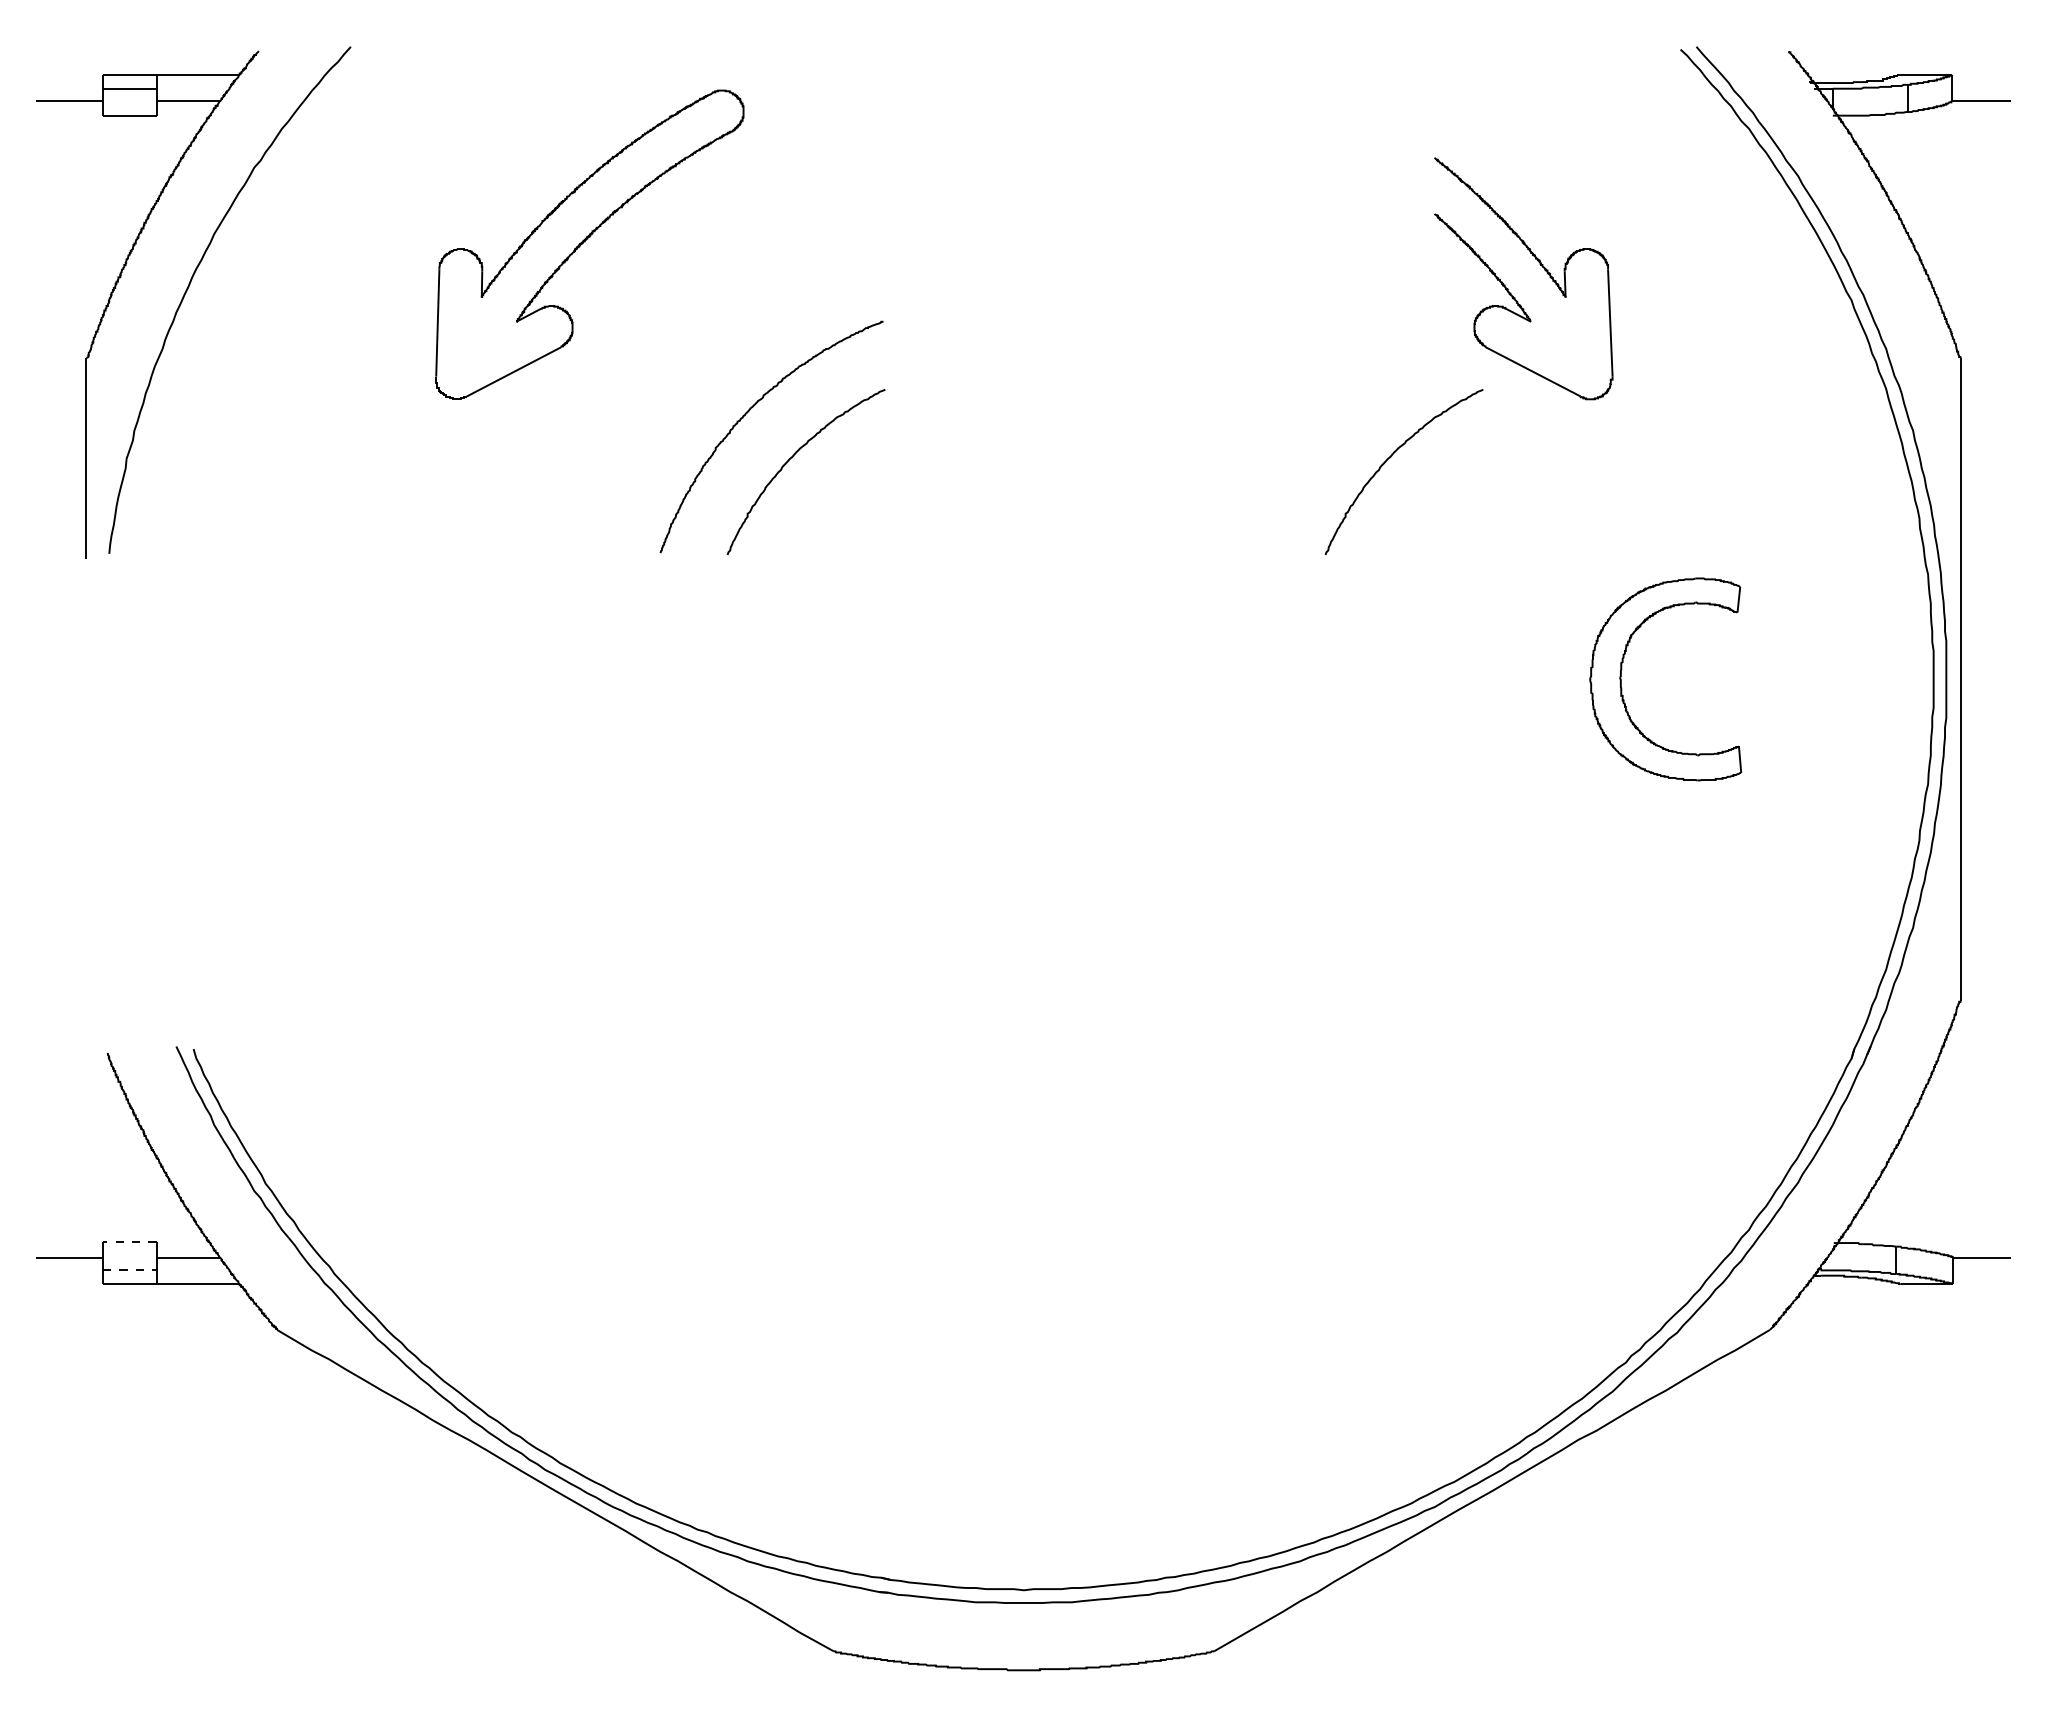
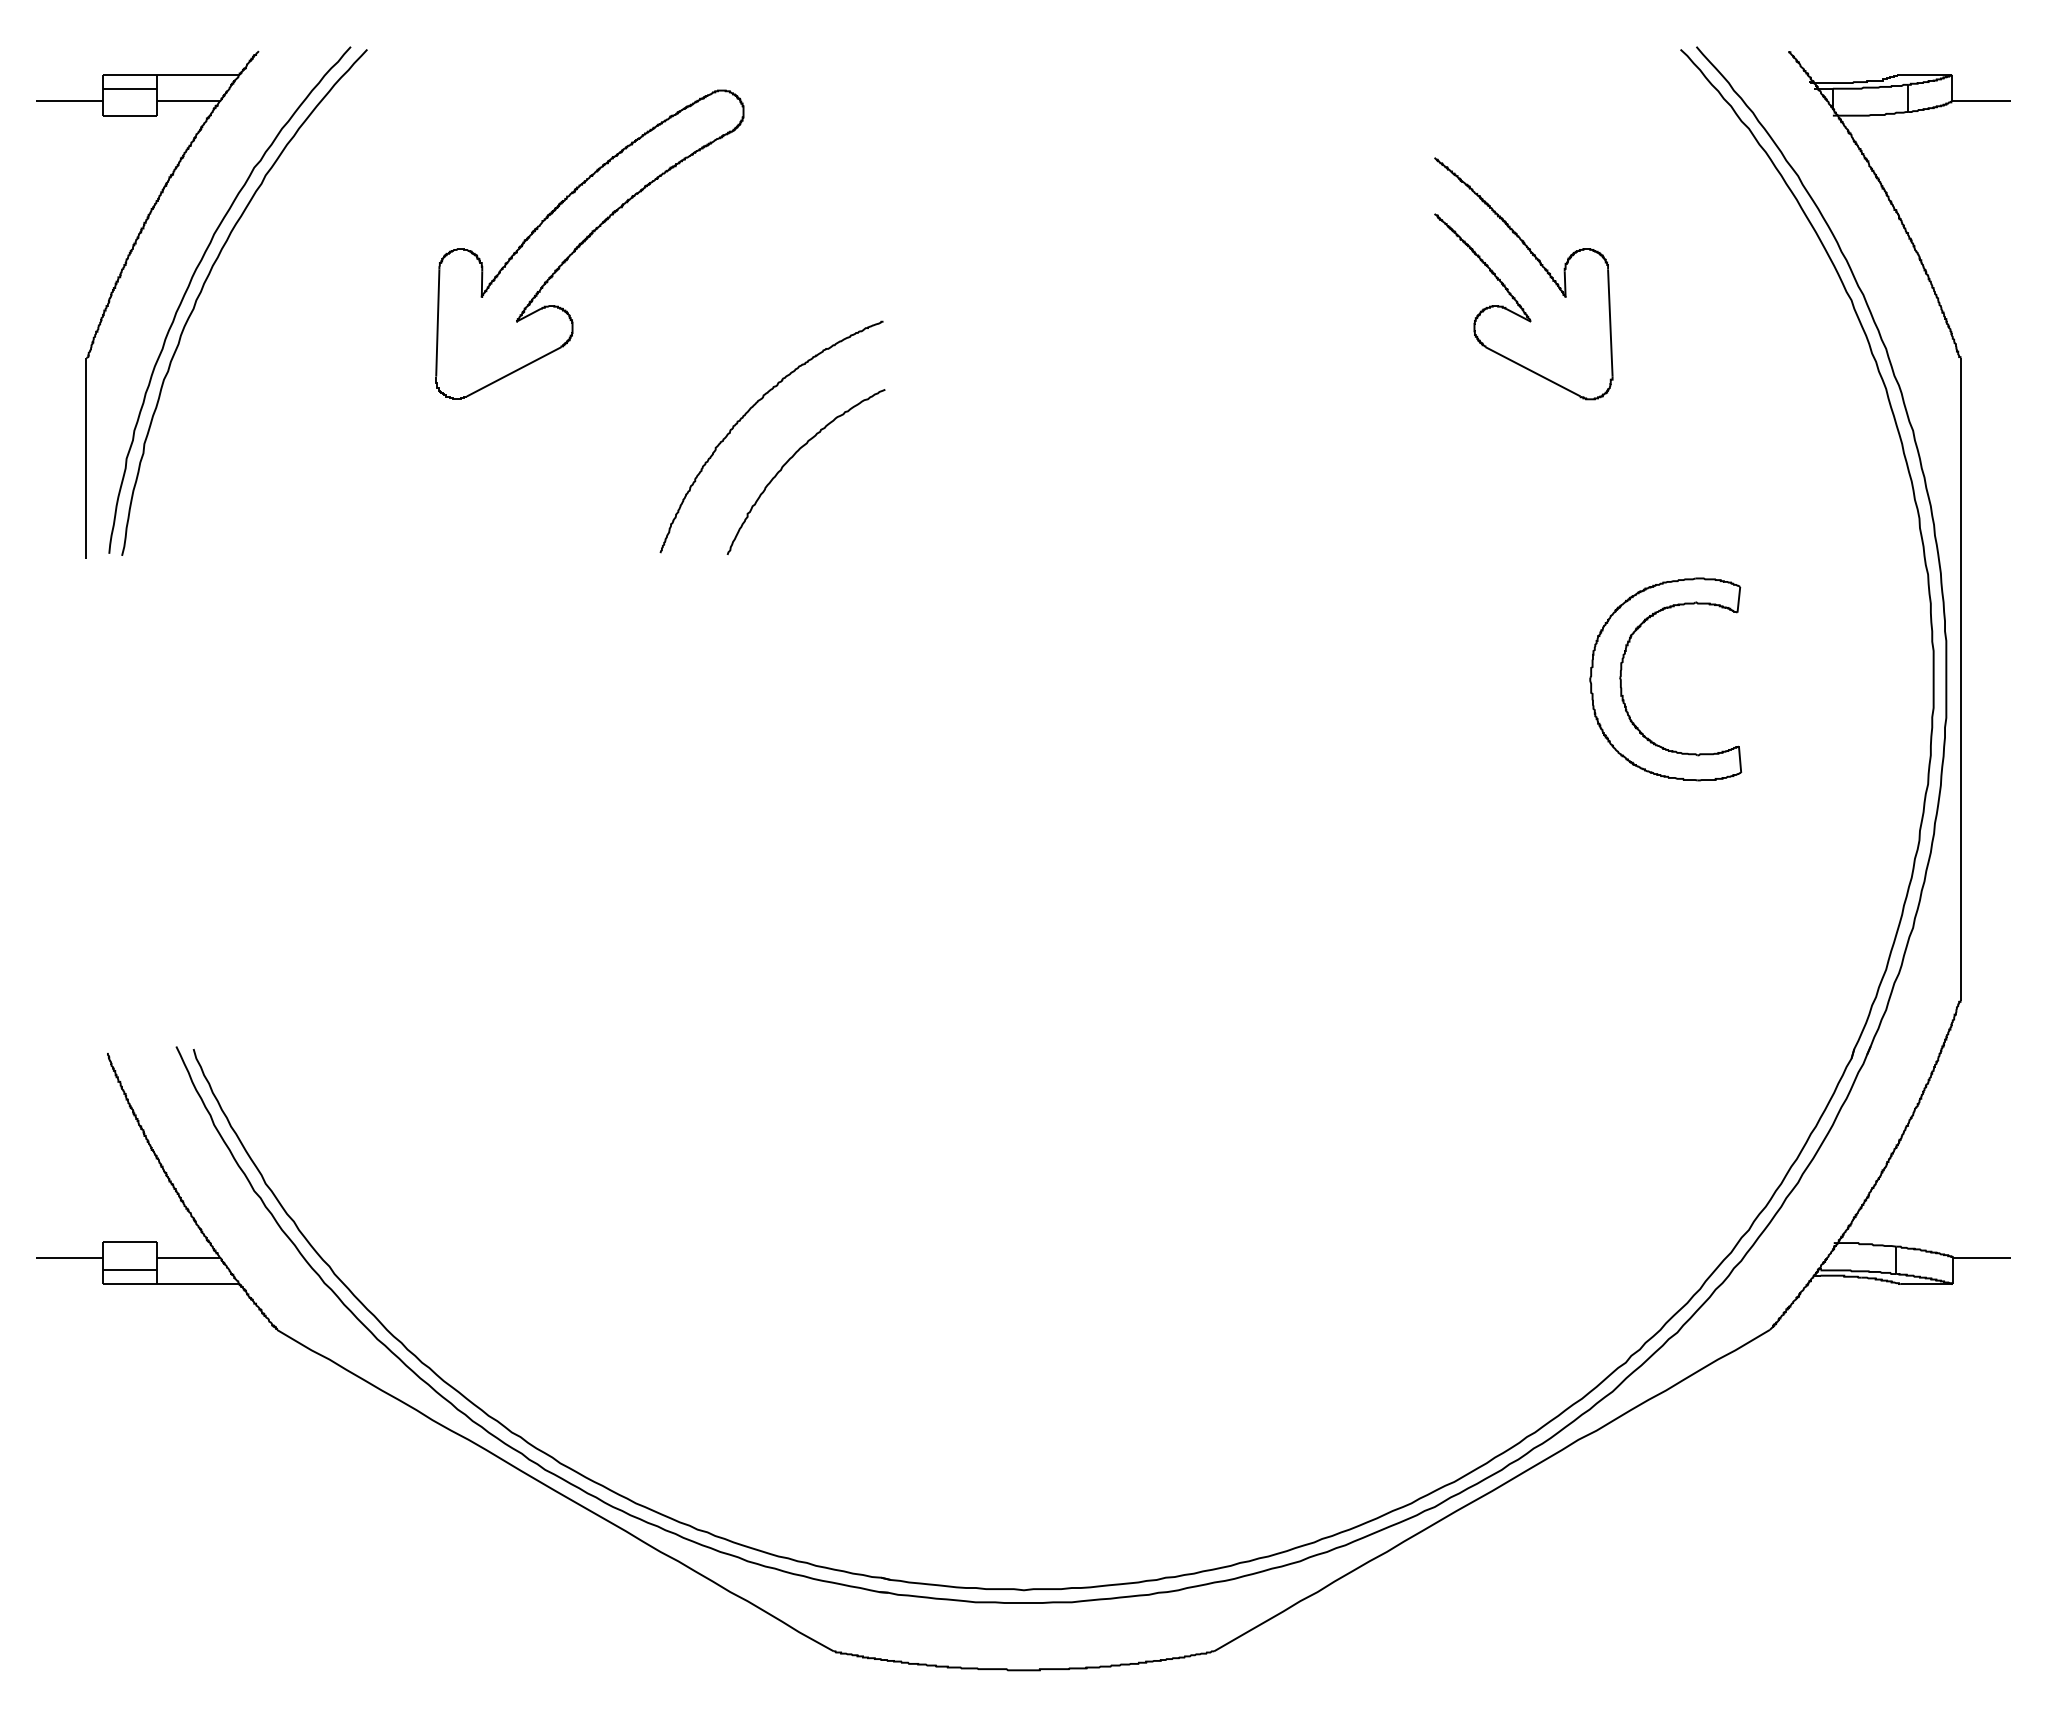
curve at (203, 288): none -> present
curve at (1390, 458): present -> none
line at (129, 1242): dashed -> solid
line at (129, 1270): dashed -> solid
